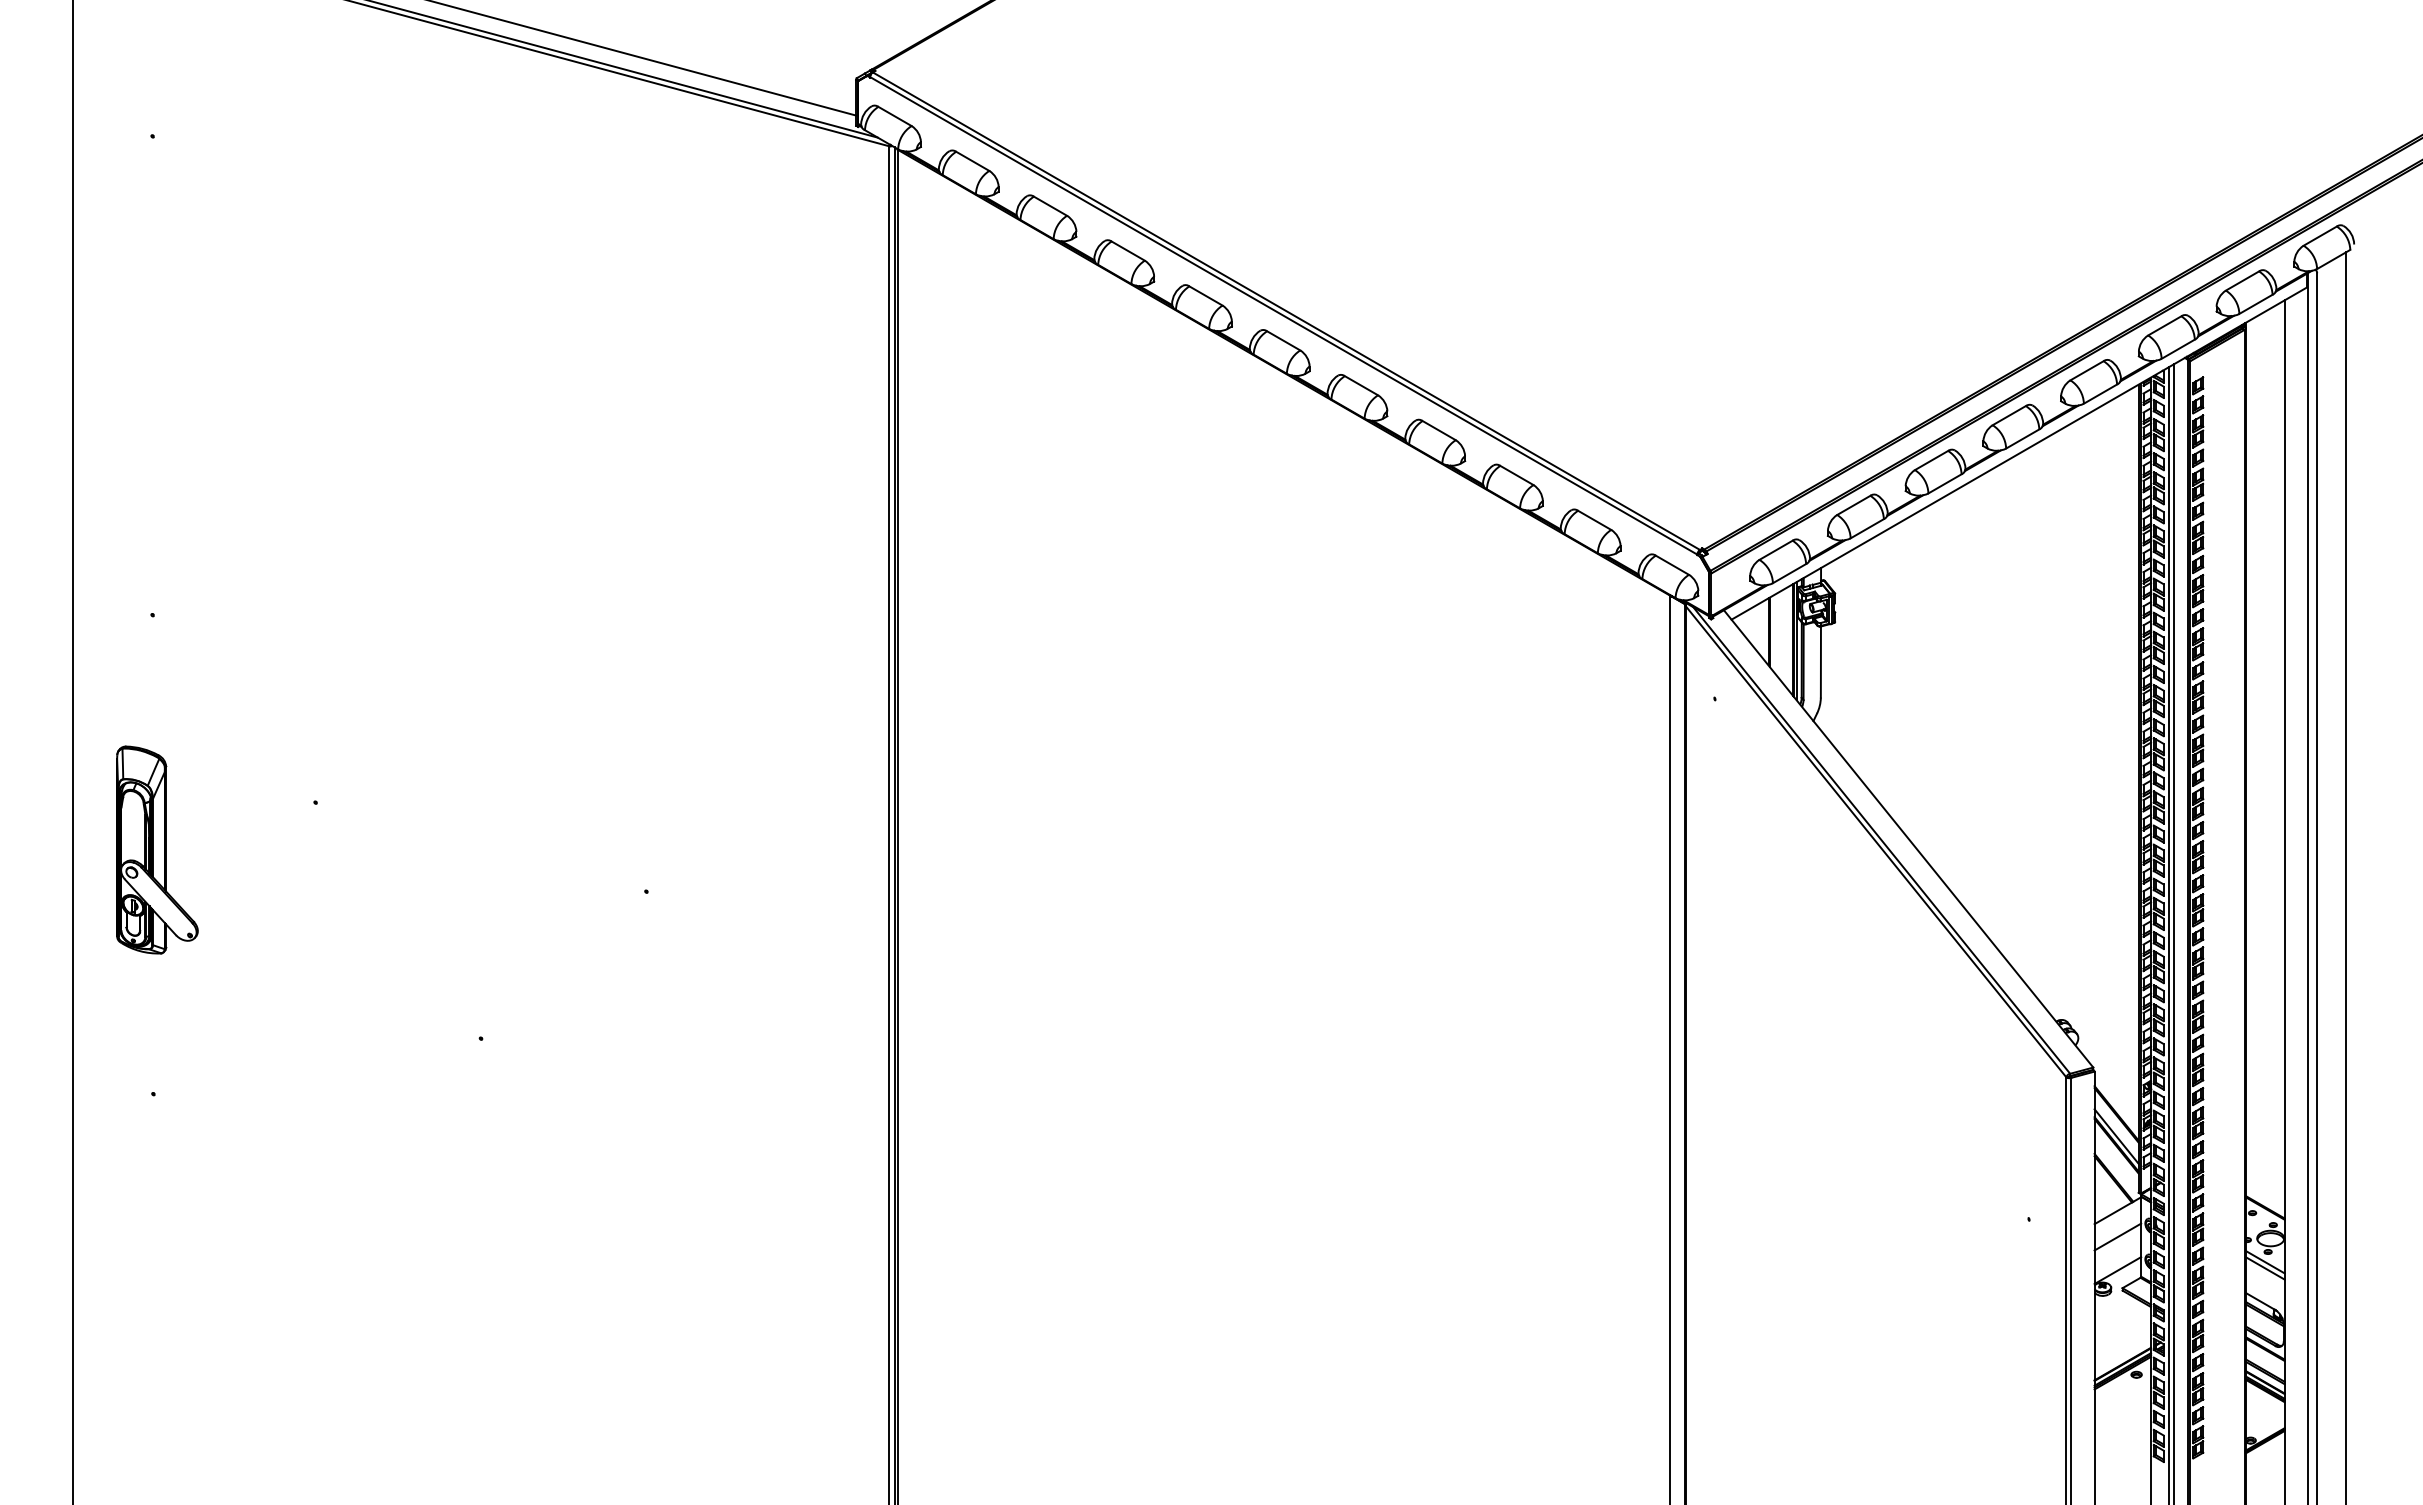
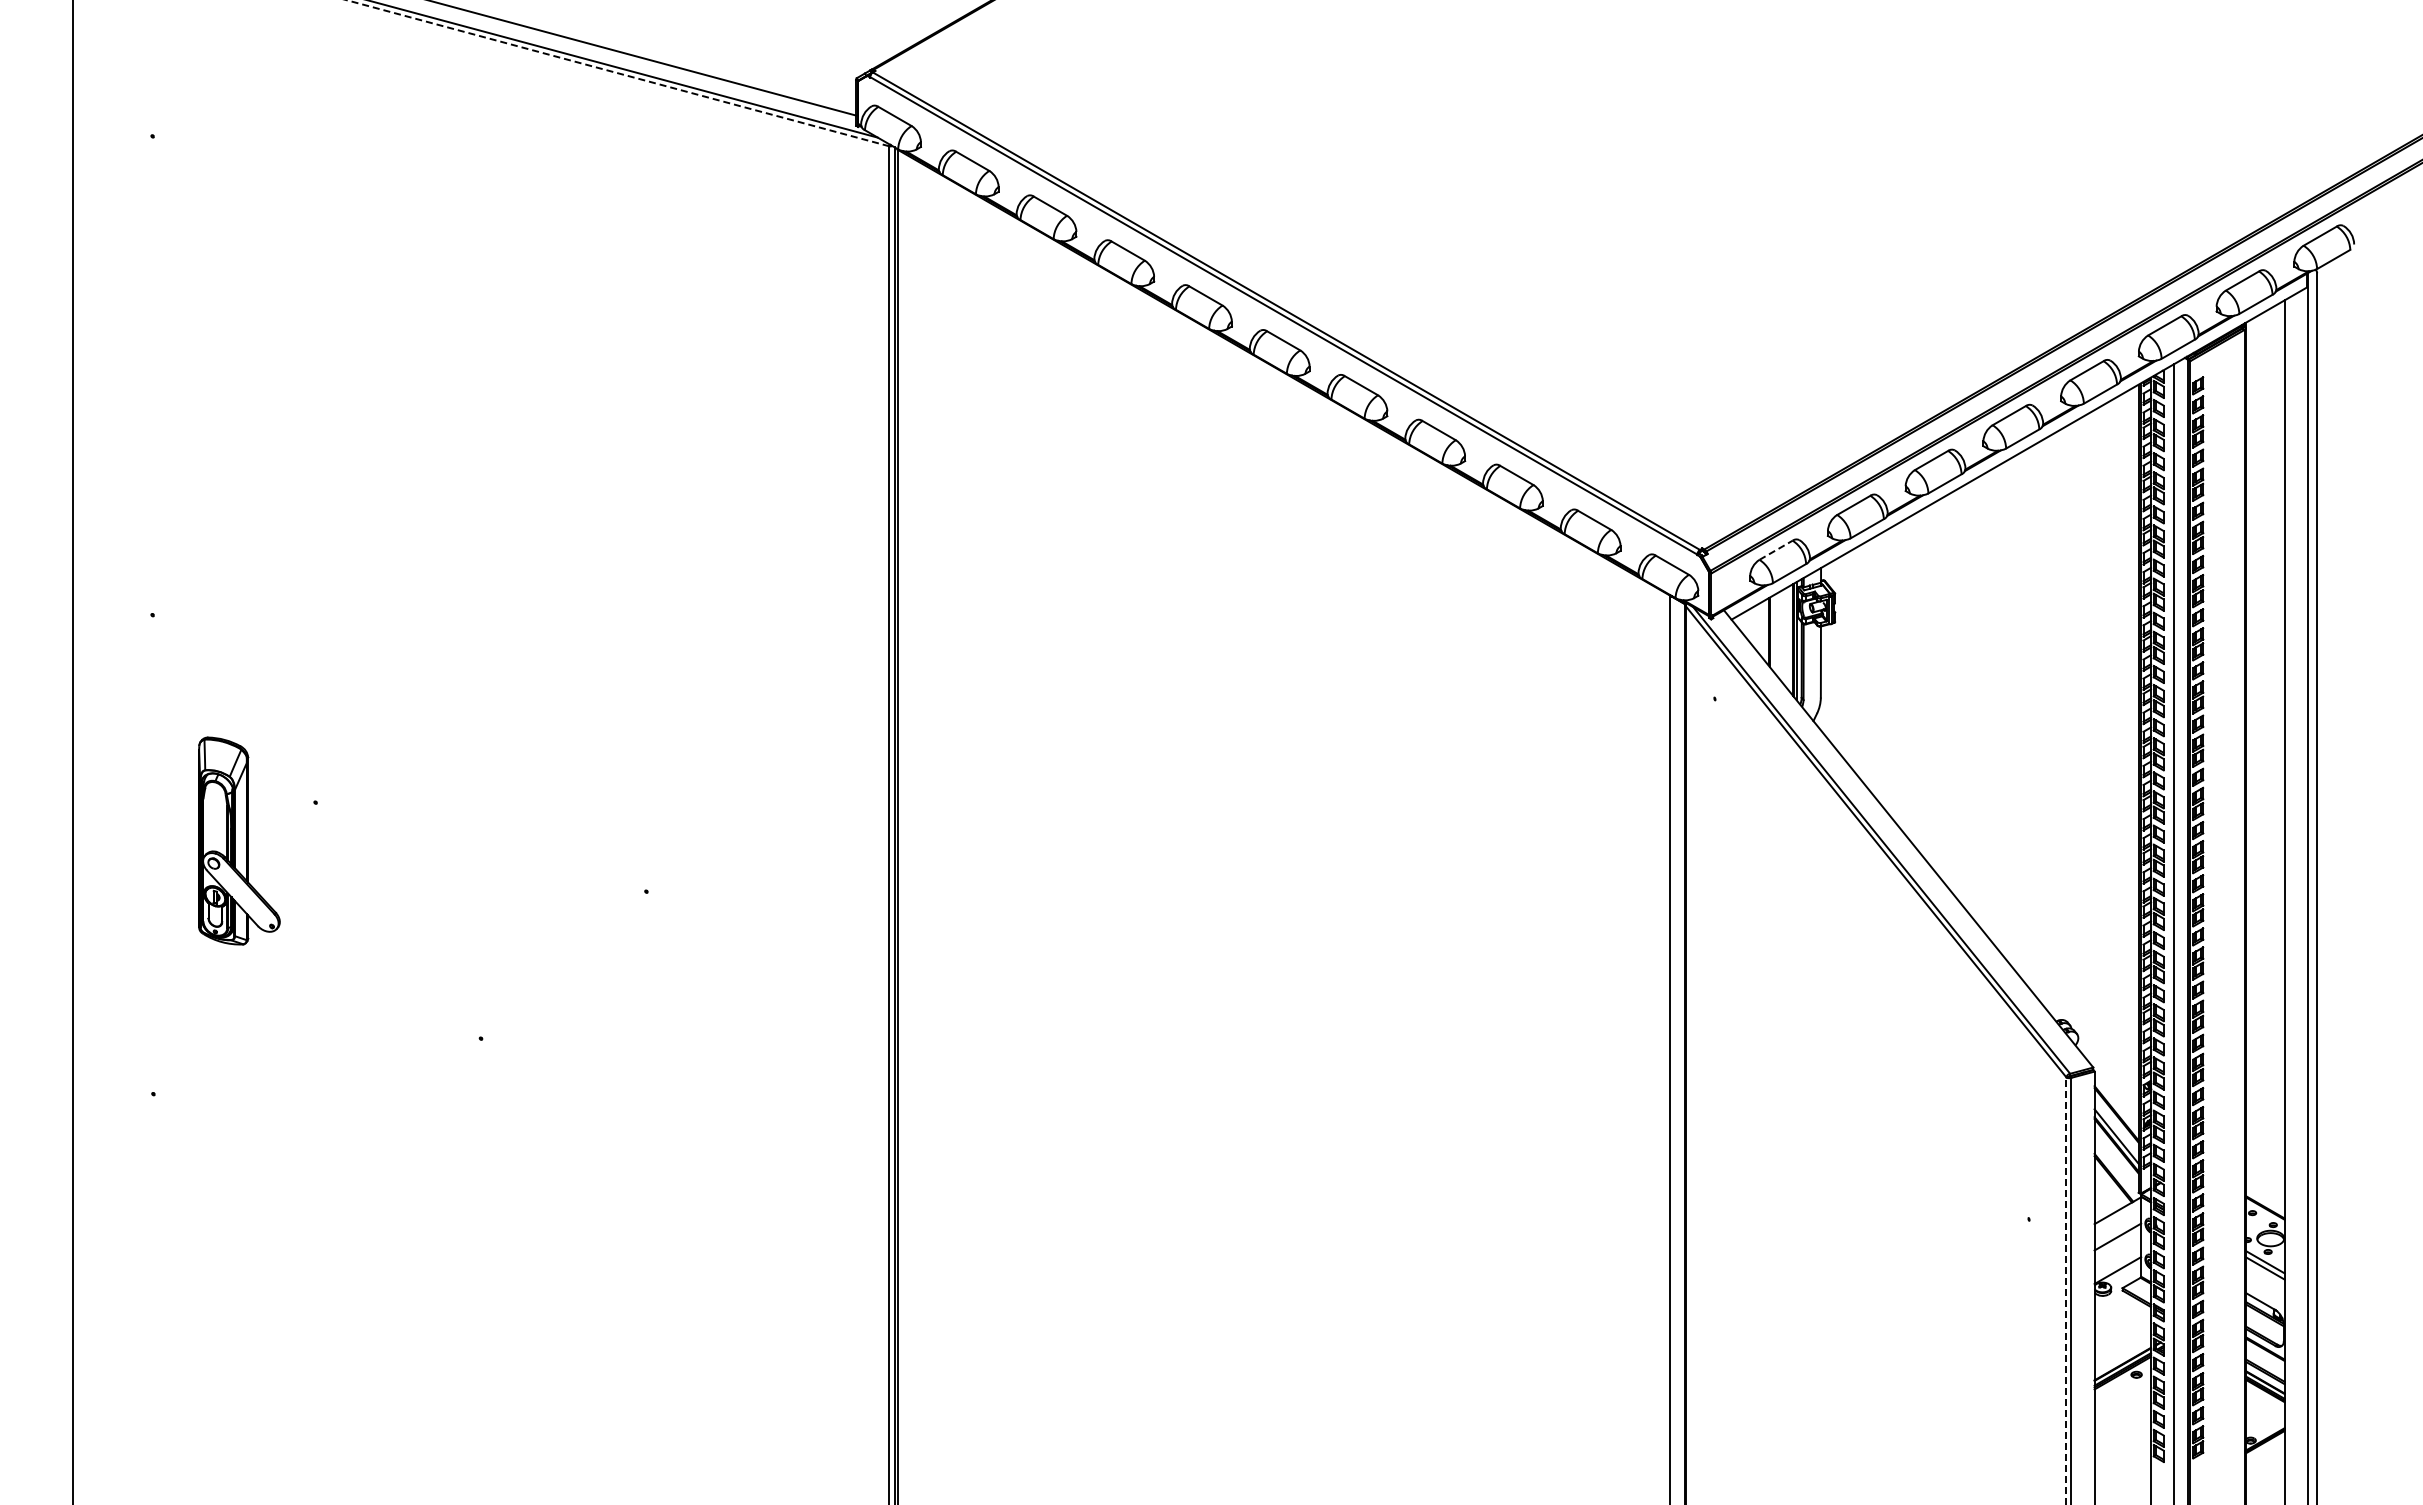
line at (617, 73): solid -> dashed
line at (1776, 550): solid -> dashed
part at (157, 849) position: (157, 849) -> (239, 840)
line at (2346, 876): present -> none
line at (2169, 934): present -> none
line at (2066, 1290): solid -> dashed
